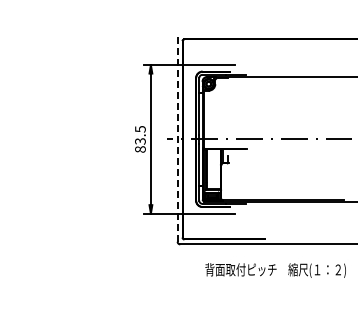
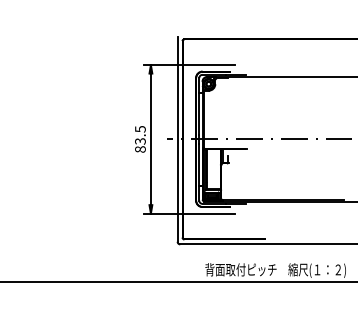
line at (177, 138): dashed -> solid
line at (178, 282): none -> present
